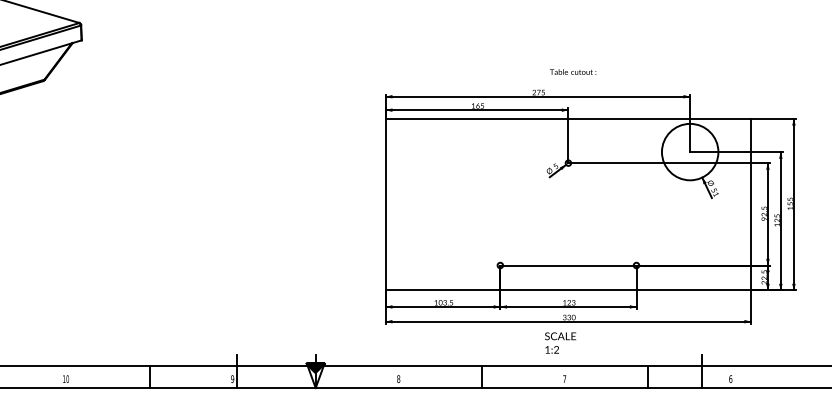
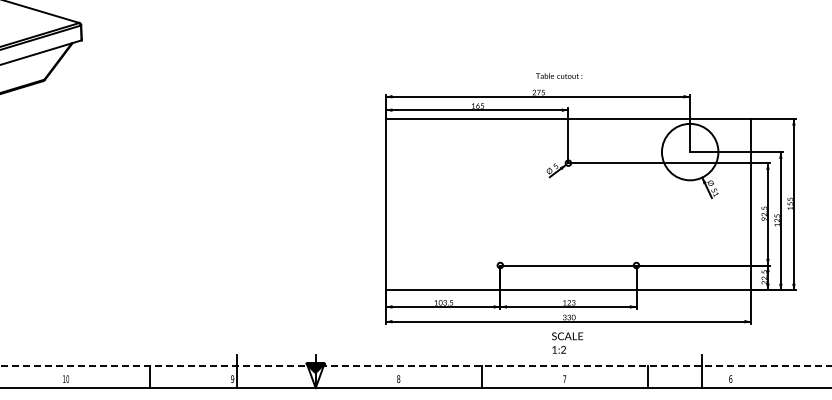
text at (573, 71) position: (573, 71) -> (559, 75)
text at (560, 342) position: (560, 342) -> (567, 342)
line at (416, 365): solid -> dashed
